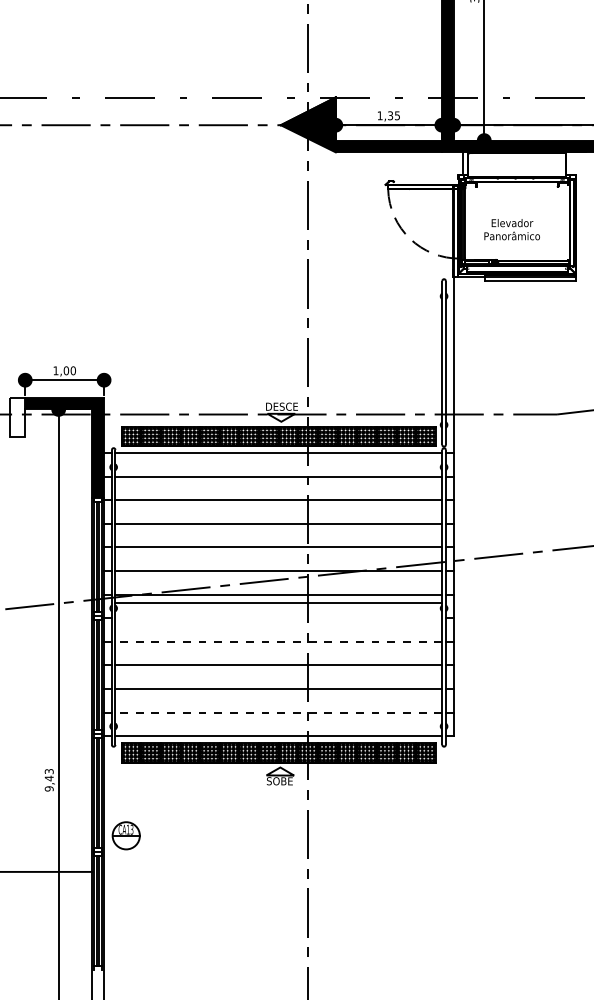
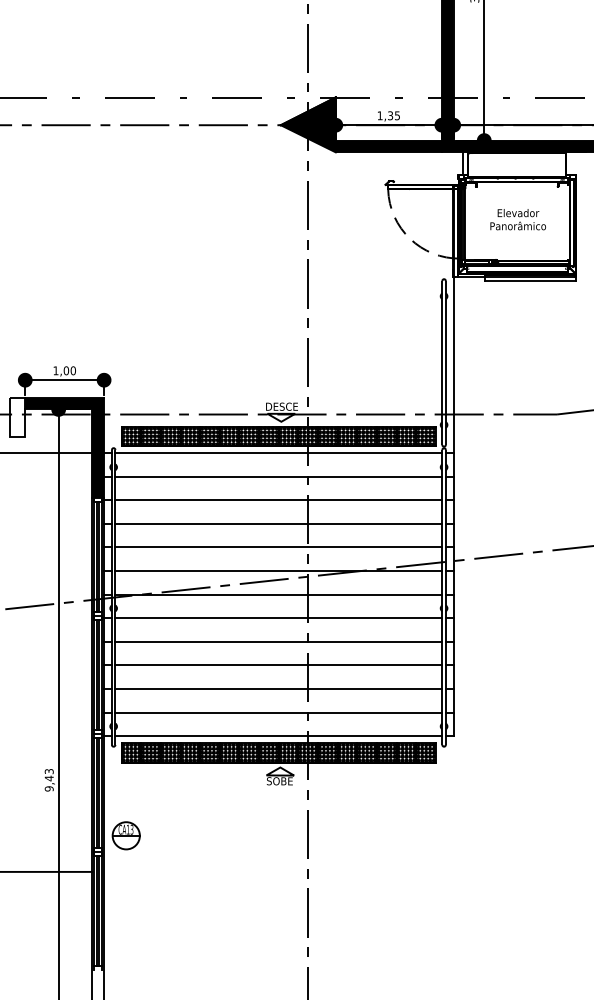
text at (511, 229) position: (511, 229) -> (517, 219)
line at (47, 453): none -> present
line at (278, 603) position: (278, 603) -> (278, 618)
line at (278, 641): dashed -> solid
line at (278, 712): dashed -> solid
